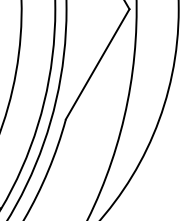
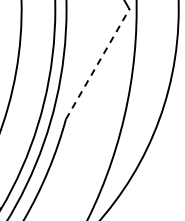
line at (97, 64): solid -> dashed
